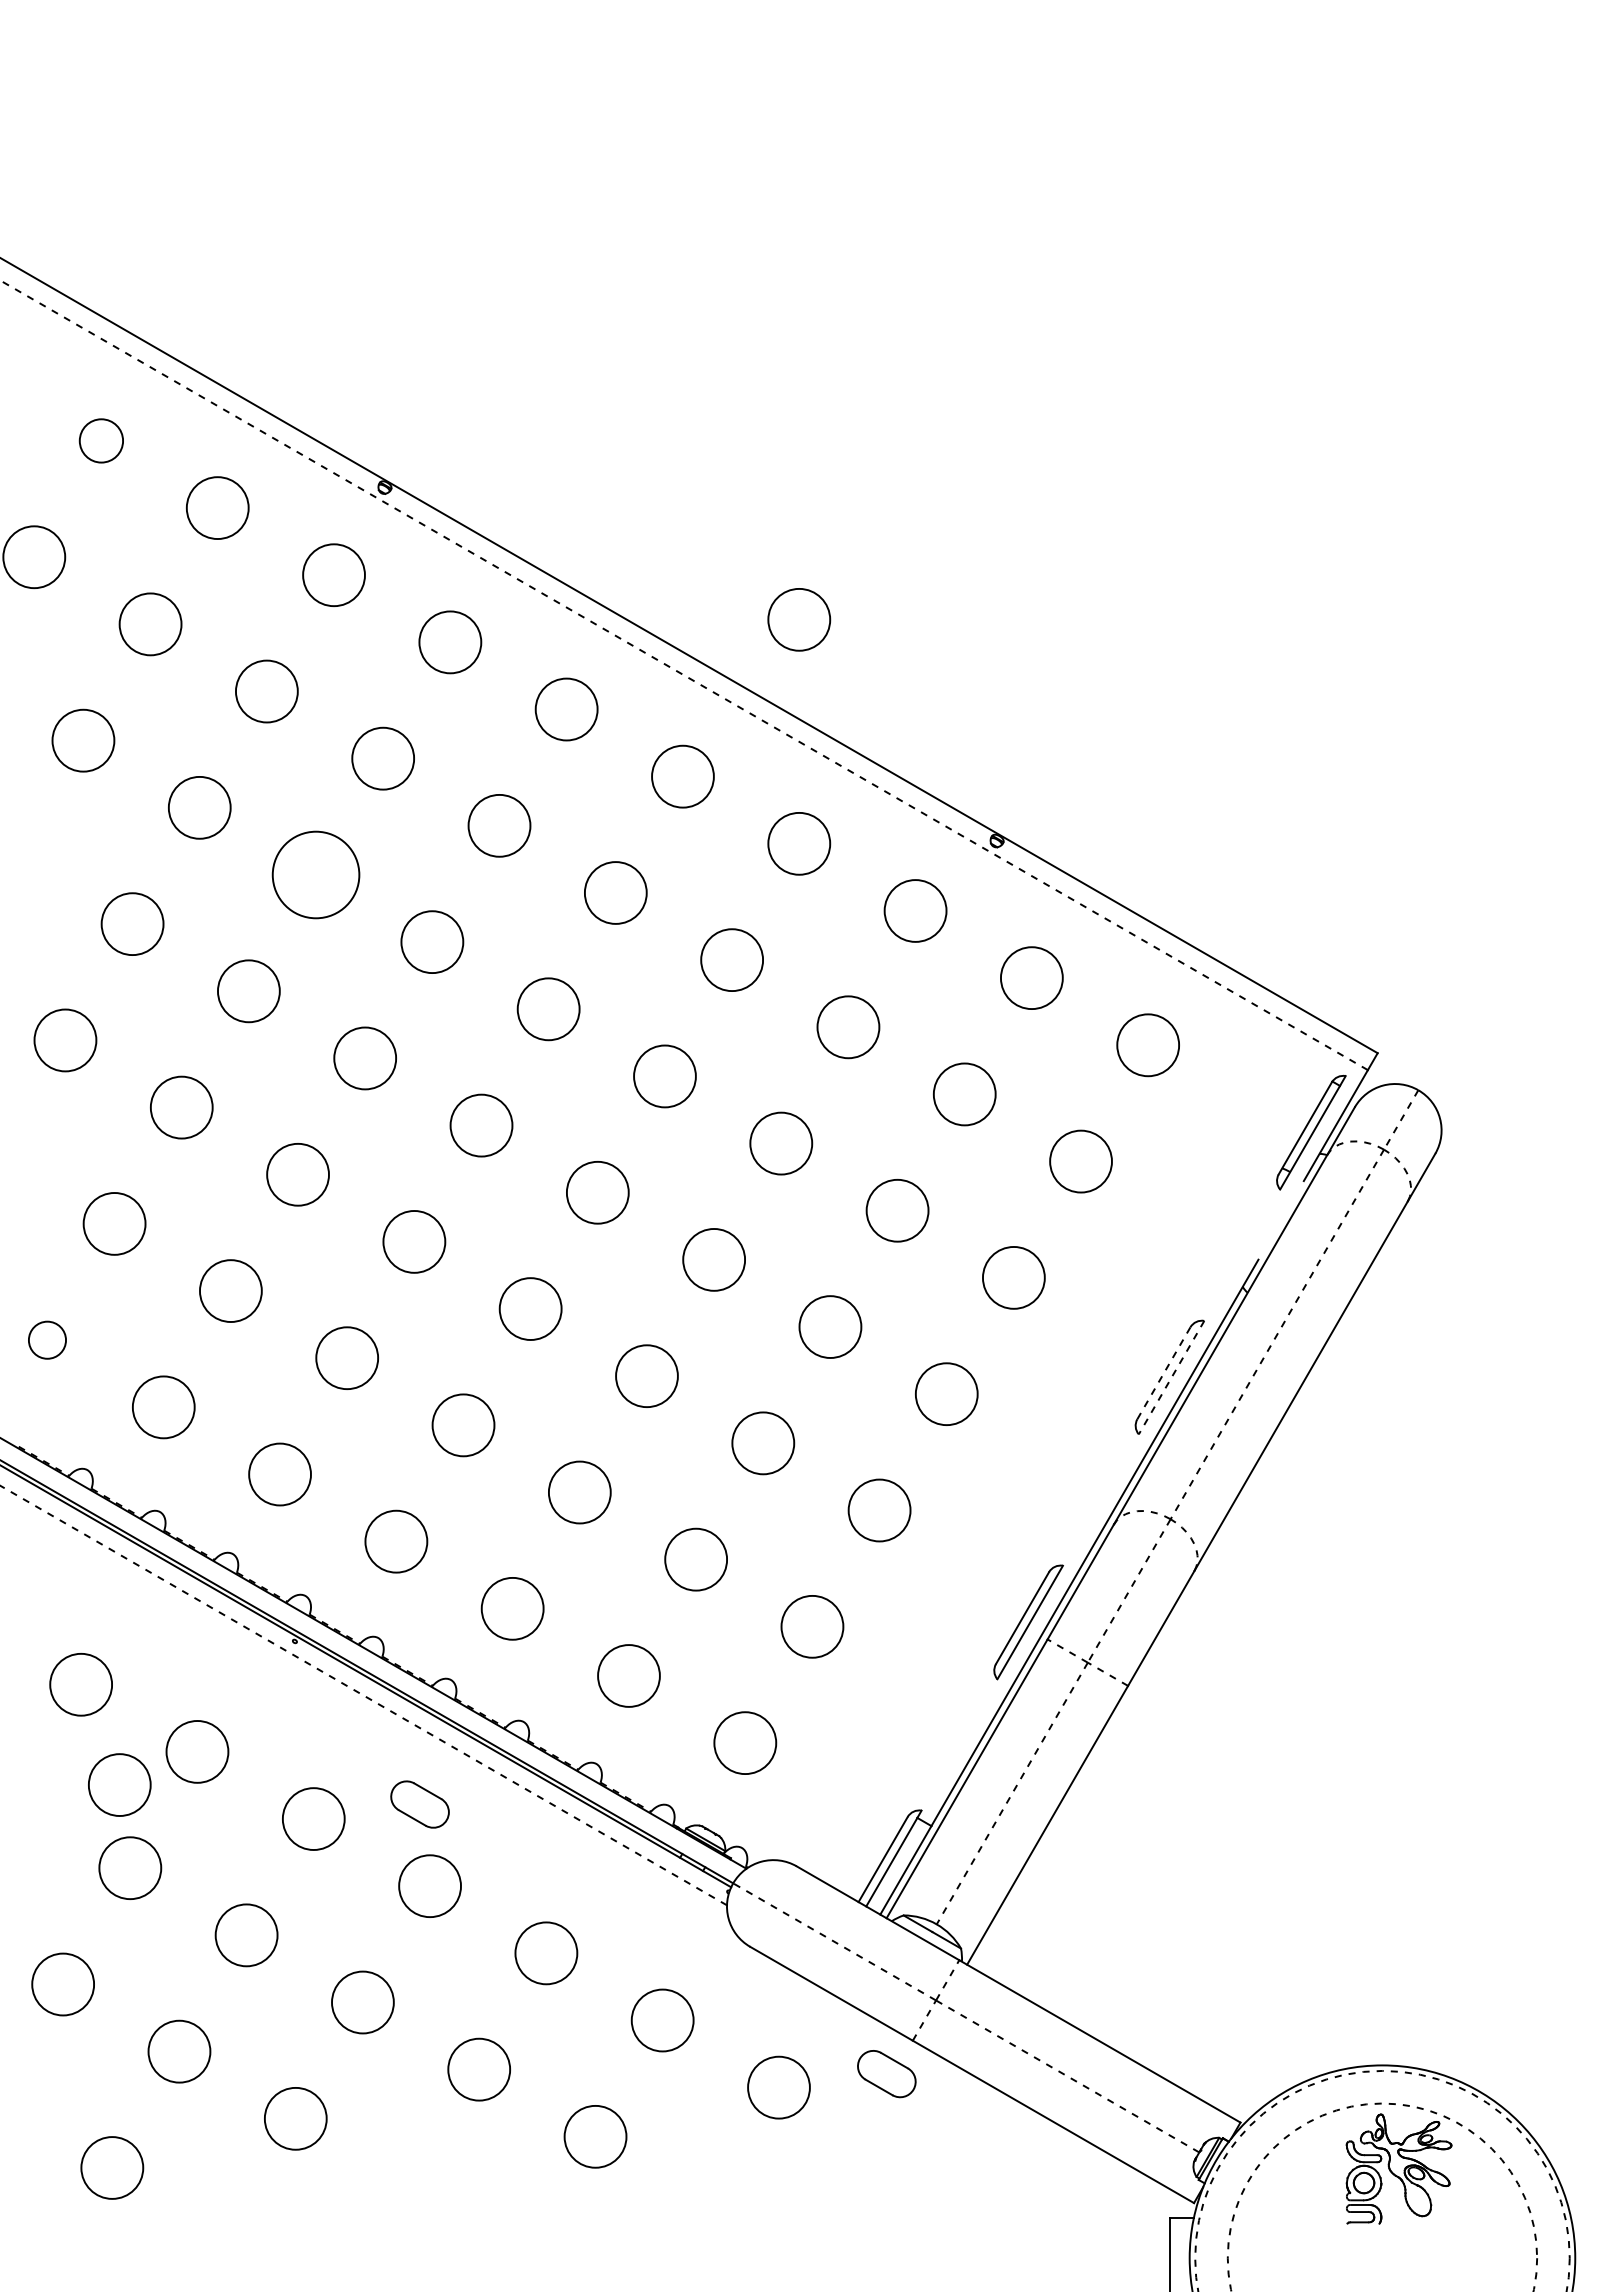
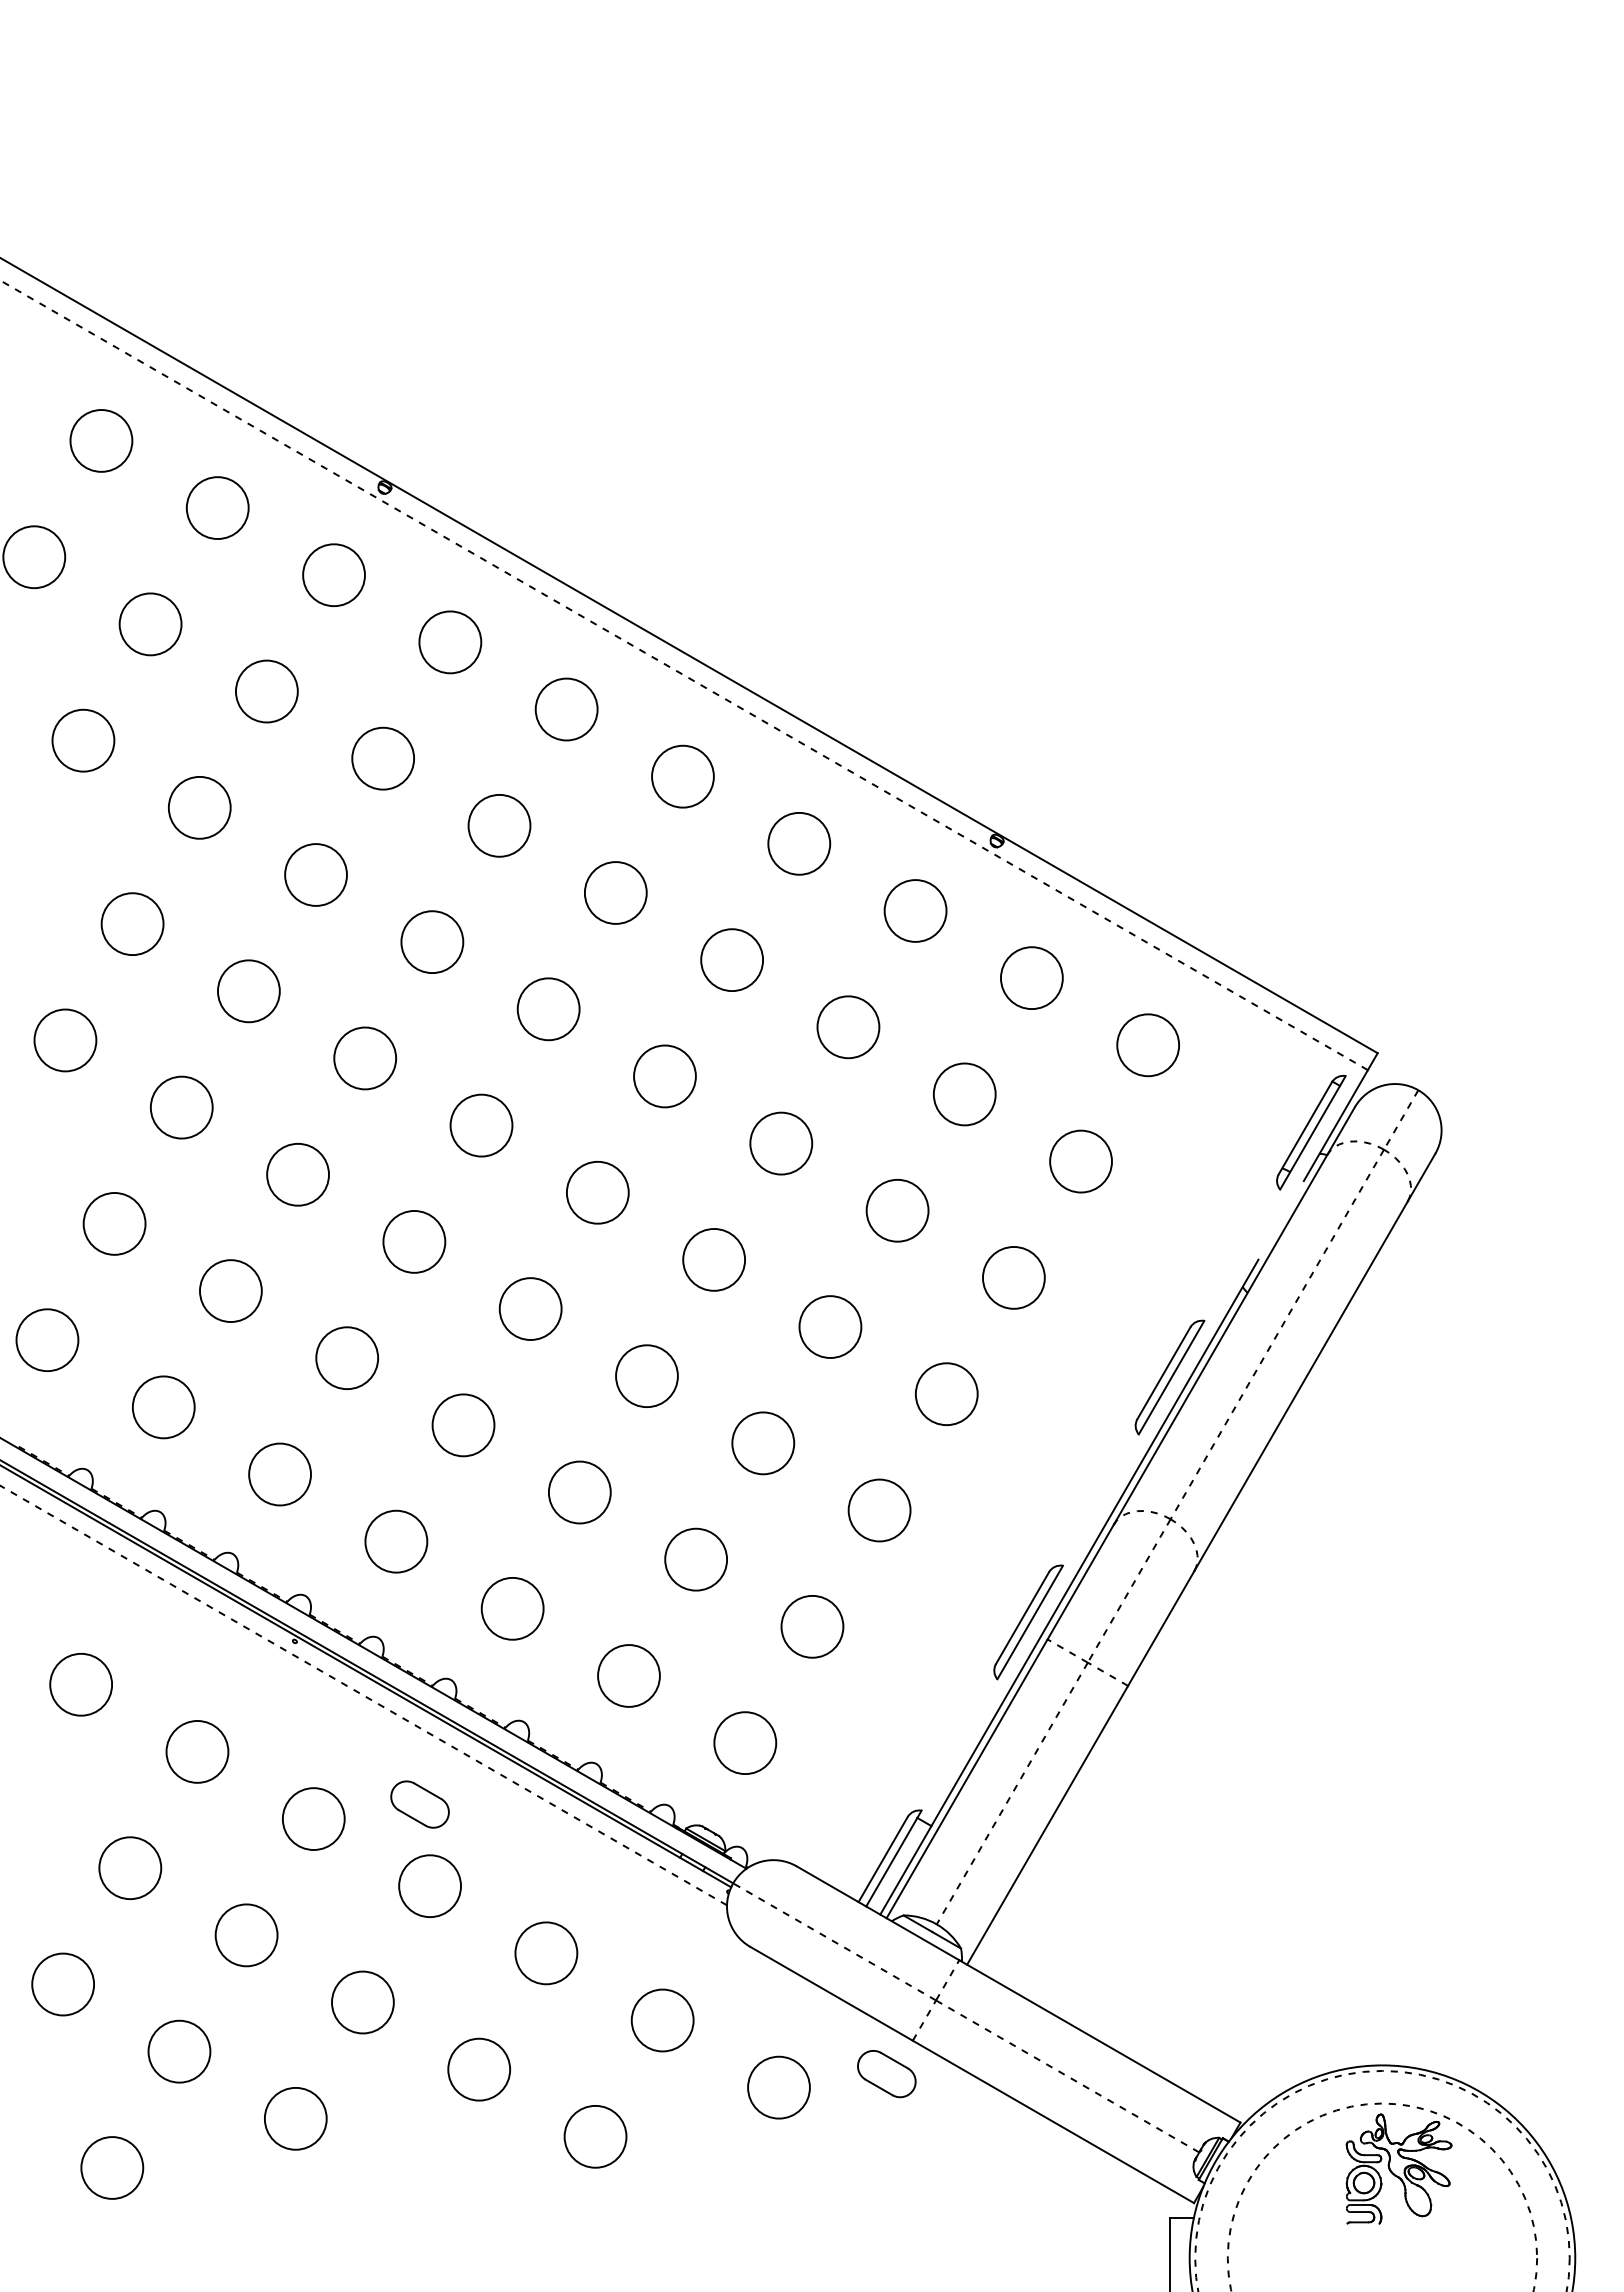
circle at (101, 440) diameter: 43 px -> 62 px
circle at (799, 619): present -> none
circle at (315, 874) diameter: 87 px -> 62 px
circle at (47, 1339) diameter: 37 px -> 62 px
line at (1163, 1373): dashed -> solid
line at (1171, 1377): dashed -> solid
circle at (119, 1784): present -> none
